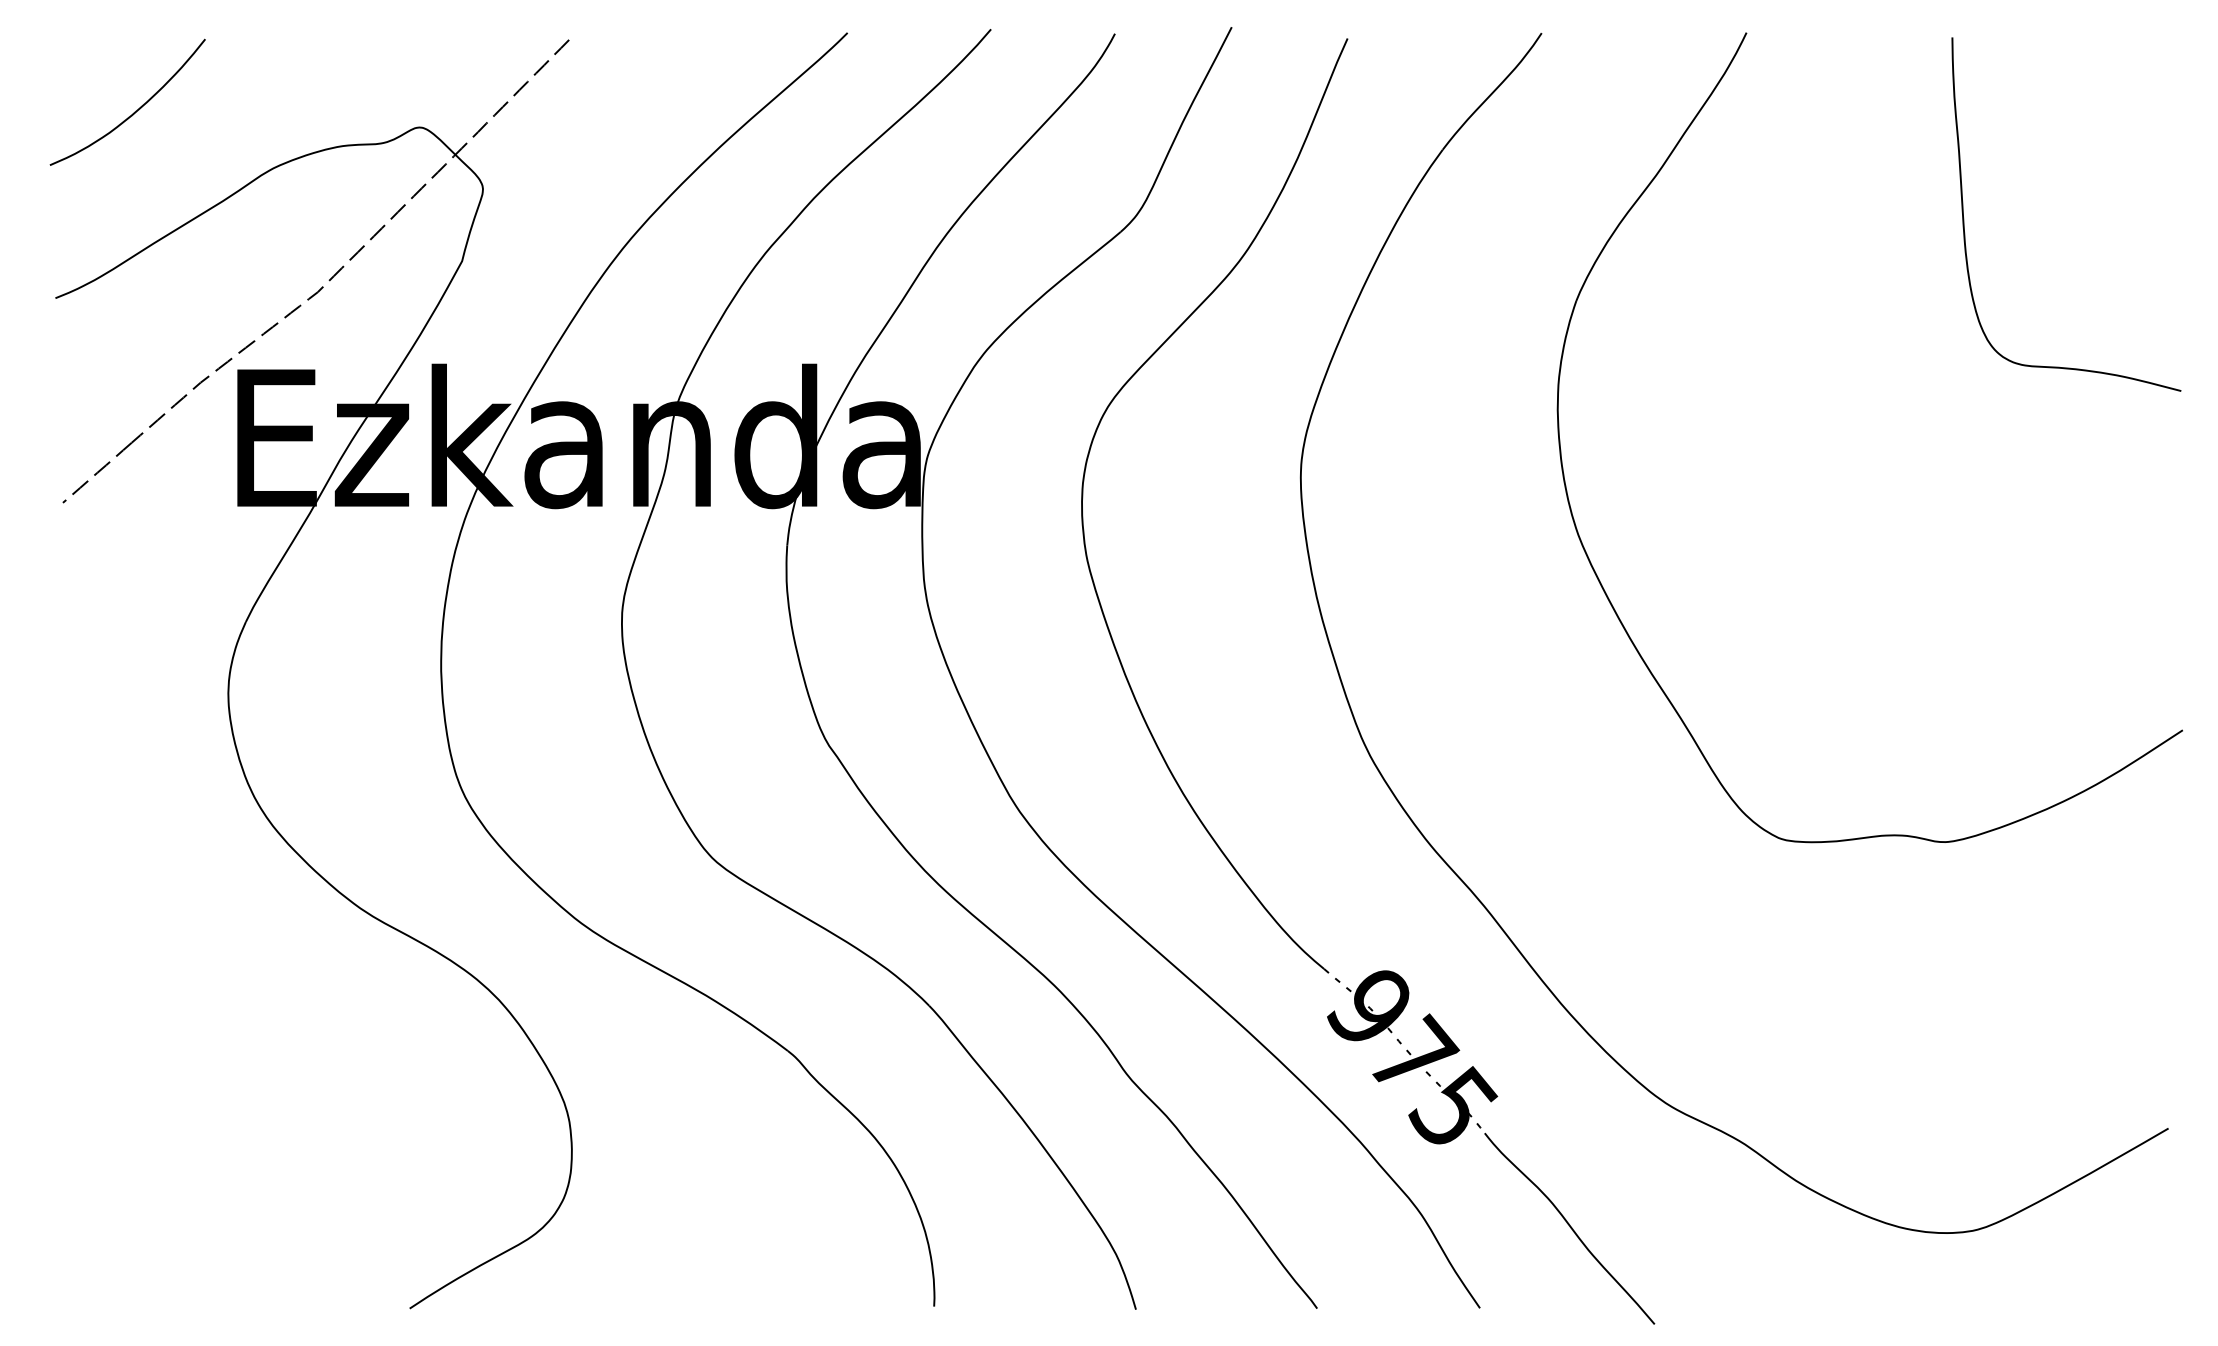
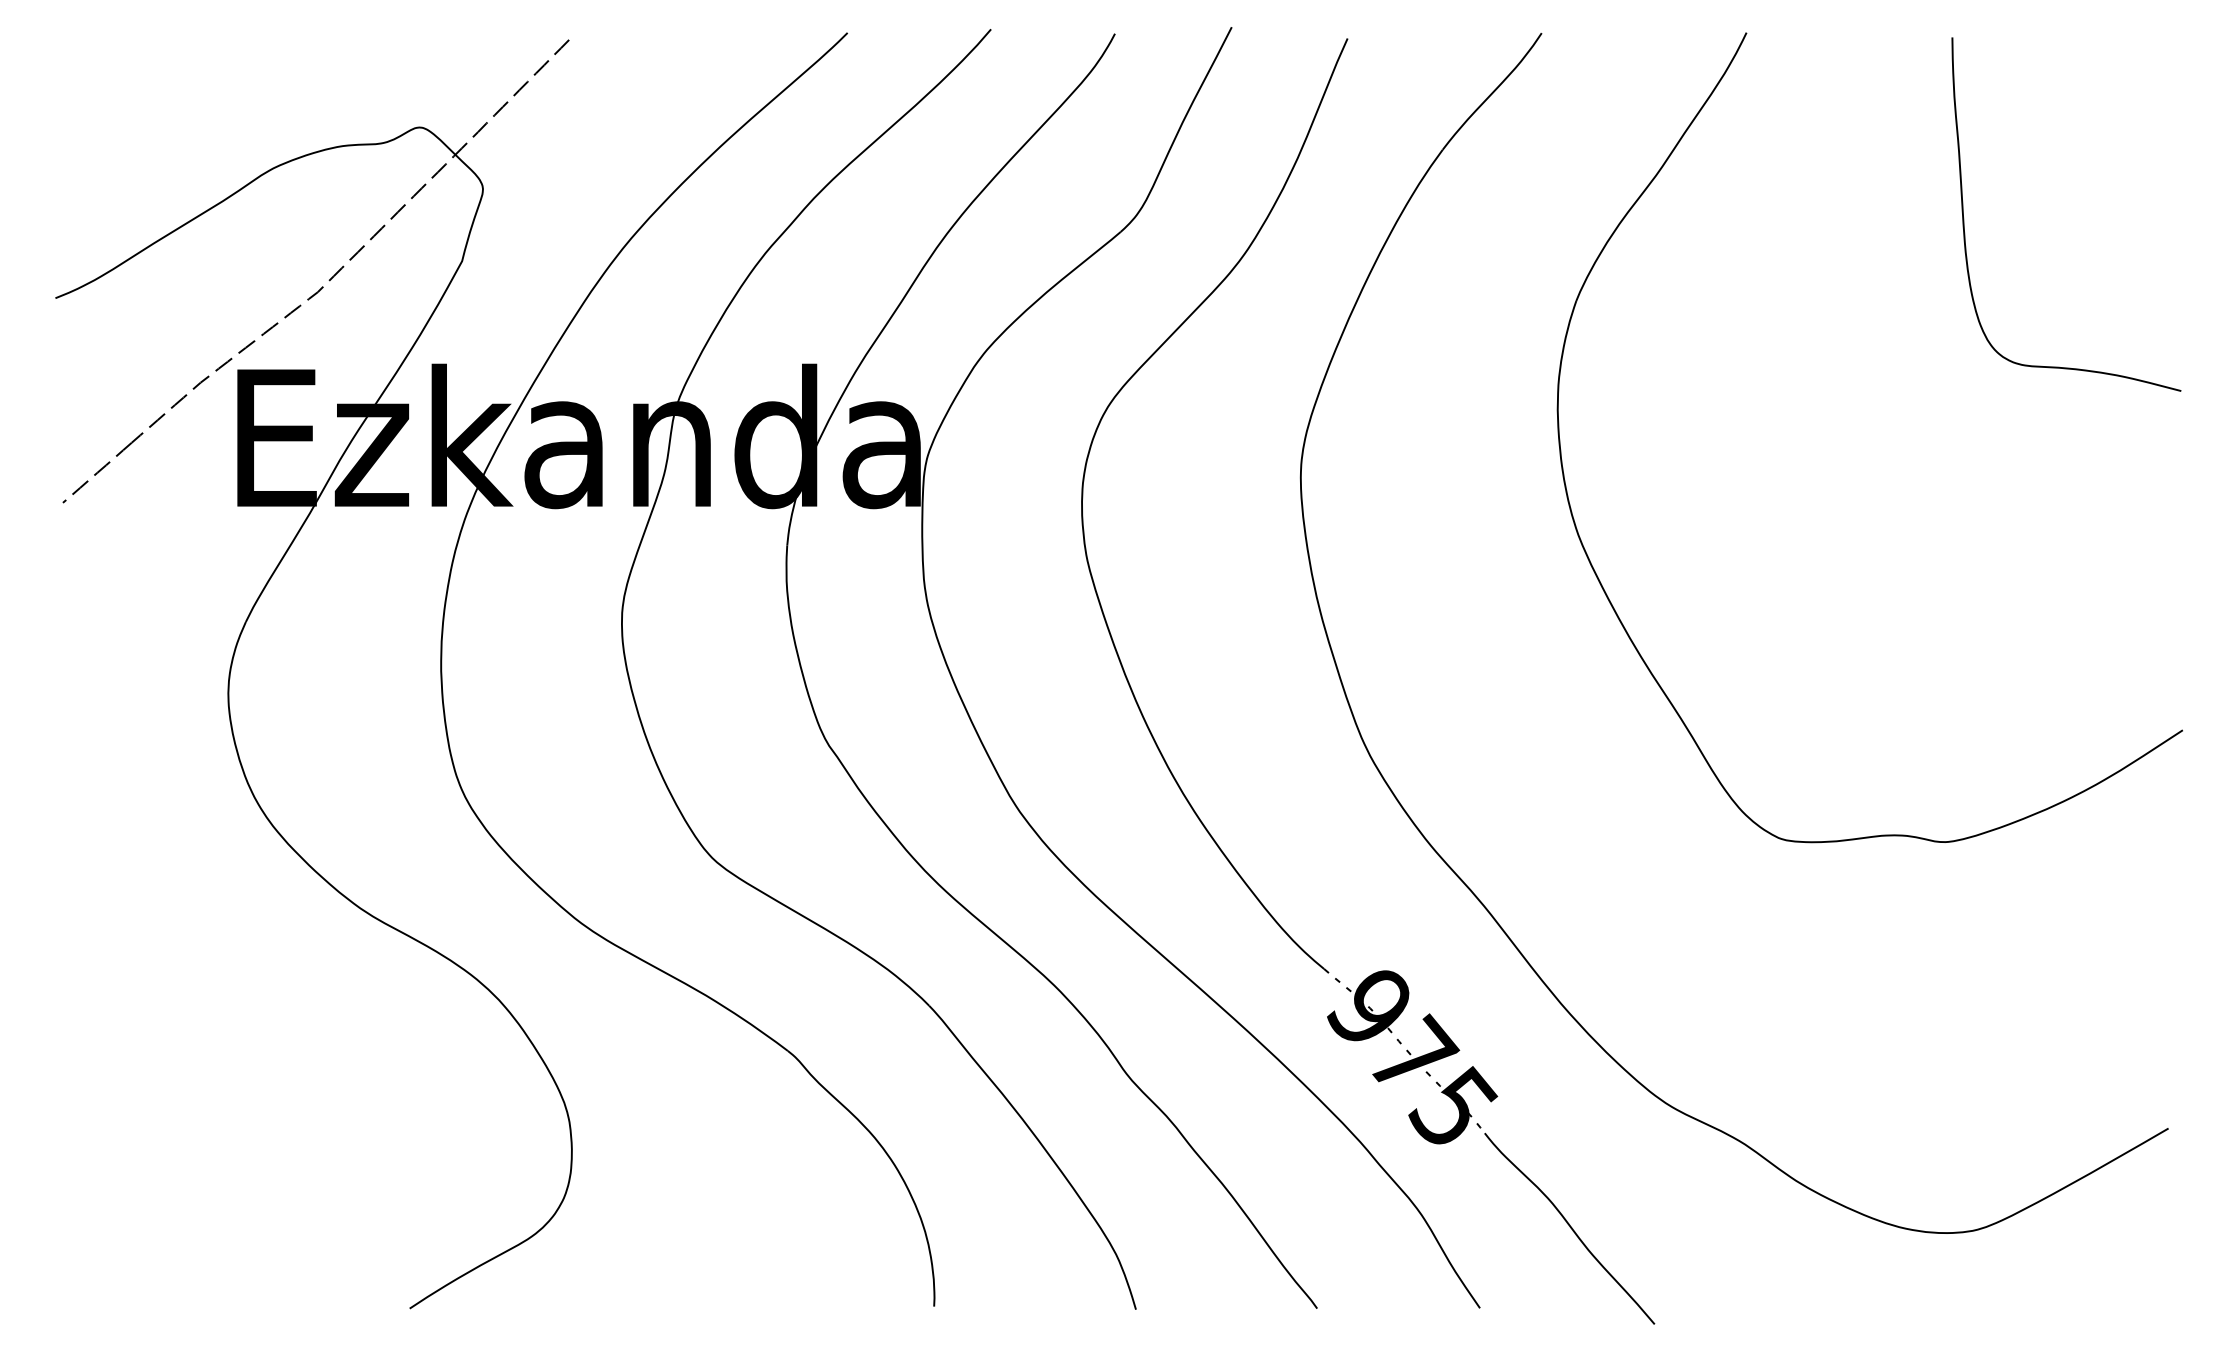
curve at (134, 111): present -> none
